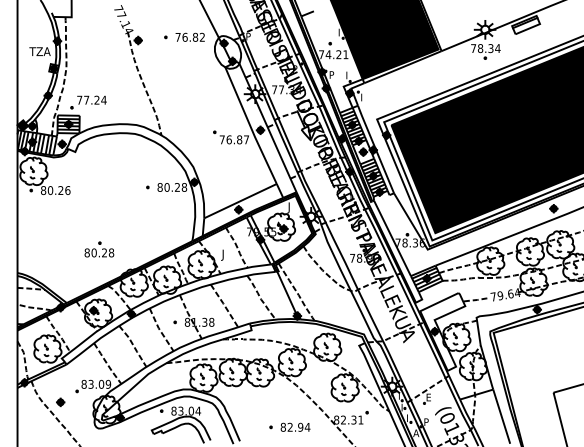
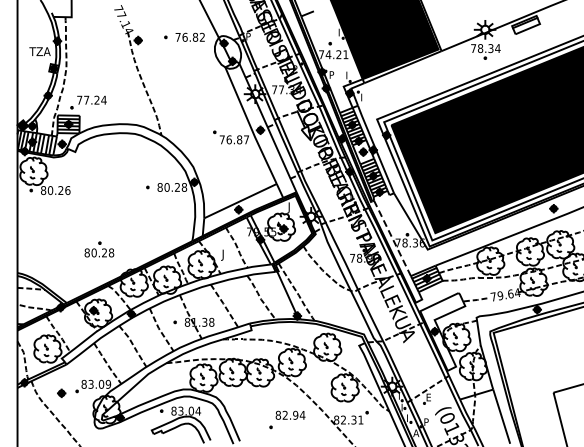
line at (392, 238): solid -> dashed
part at (60, 401) position: (60, 401) -> (61, 392)
text at (295, 426) position: (295, 426) -> (290, 414)
